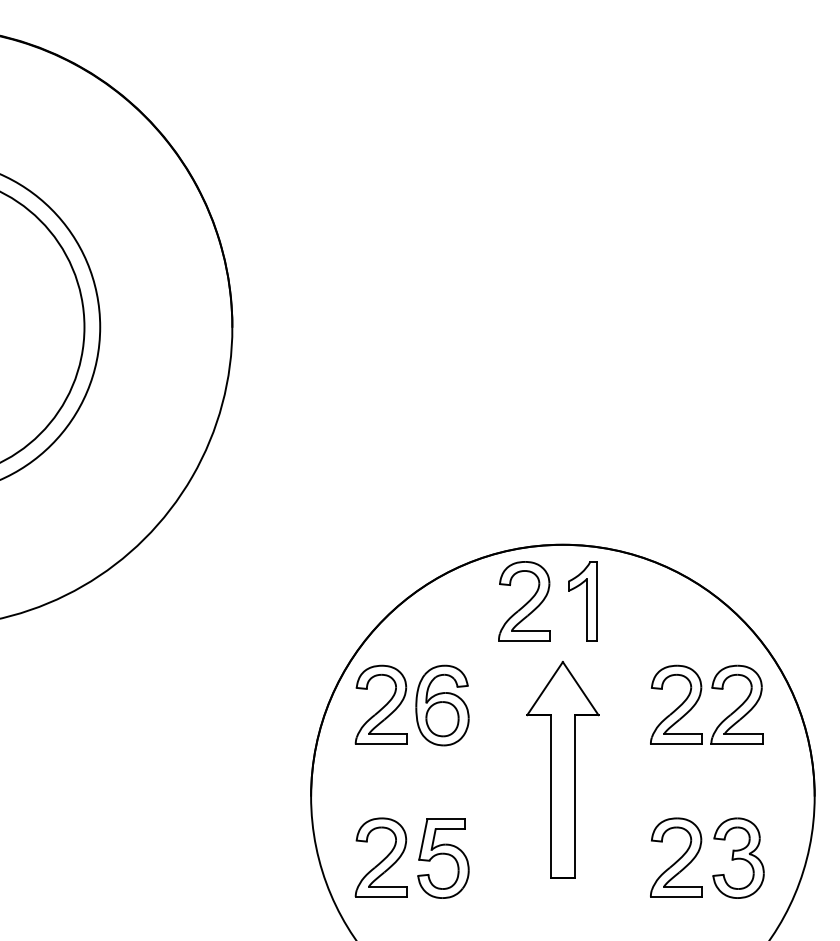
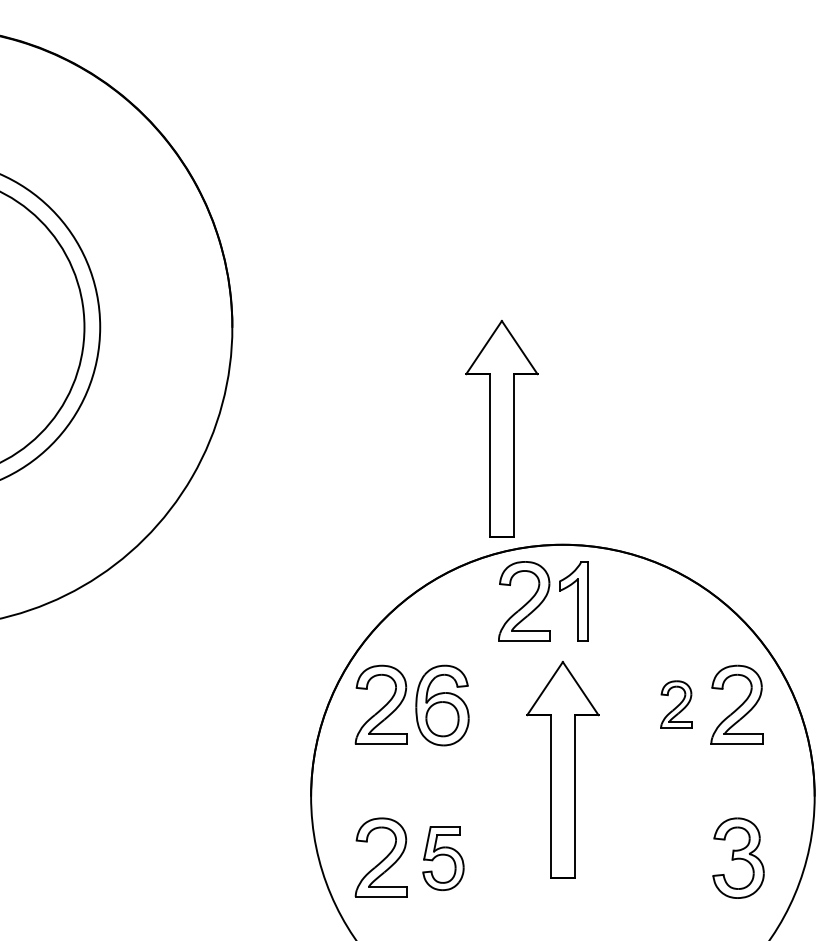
part at (501, 428): none -> present
part at (582, 601) position: (582, 601) -> (573, 601)
part at (676, 704) size: 53x81 px -> 33x49 px
part at (676, 857): present -> none
part at (443, 858) size: 53x81 px -> 43x66 px
